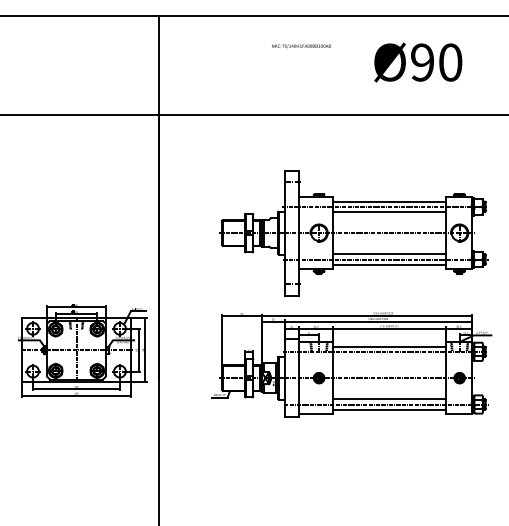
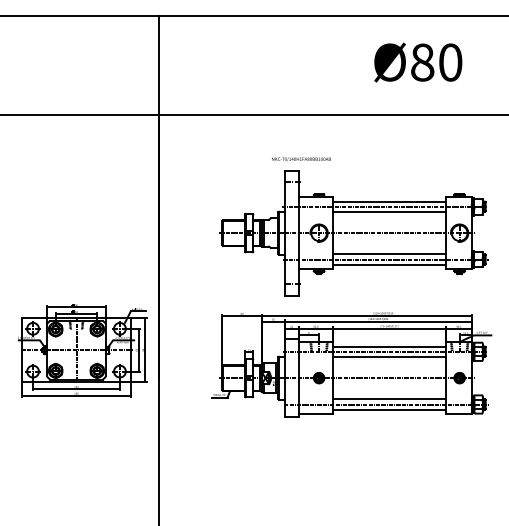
text at (301, 46) position: (301, 46) -> (301, 159)
text at (422, 62): Ø90 -> Ø80
line at (389, 357): none -> present
